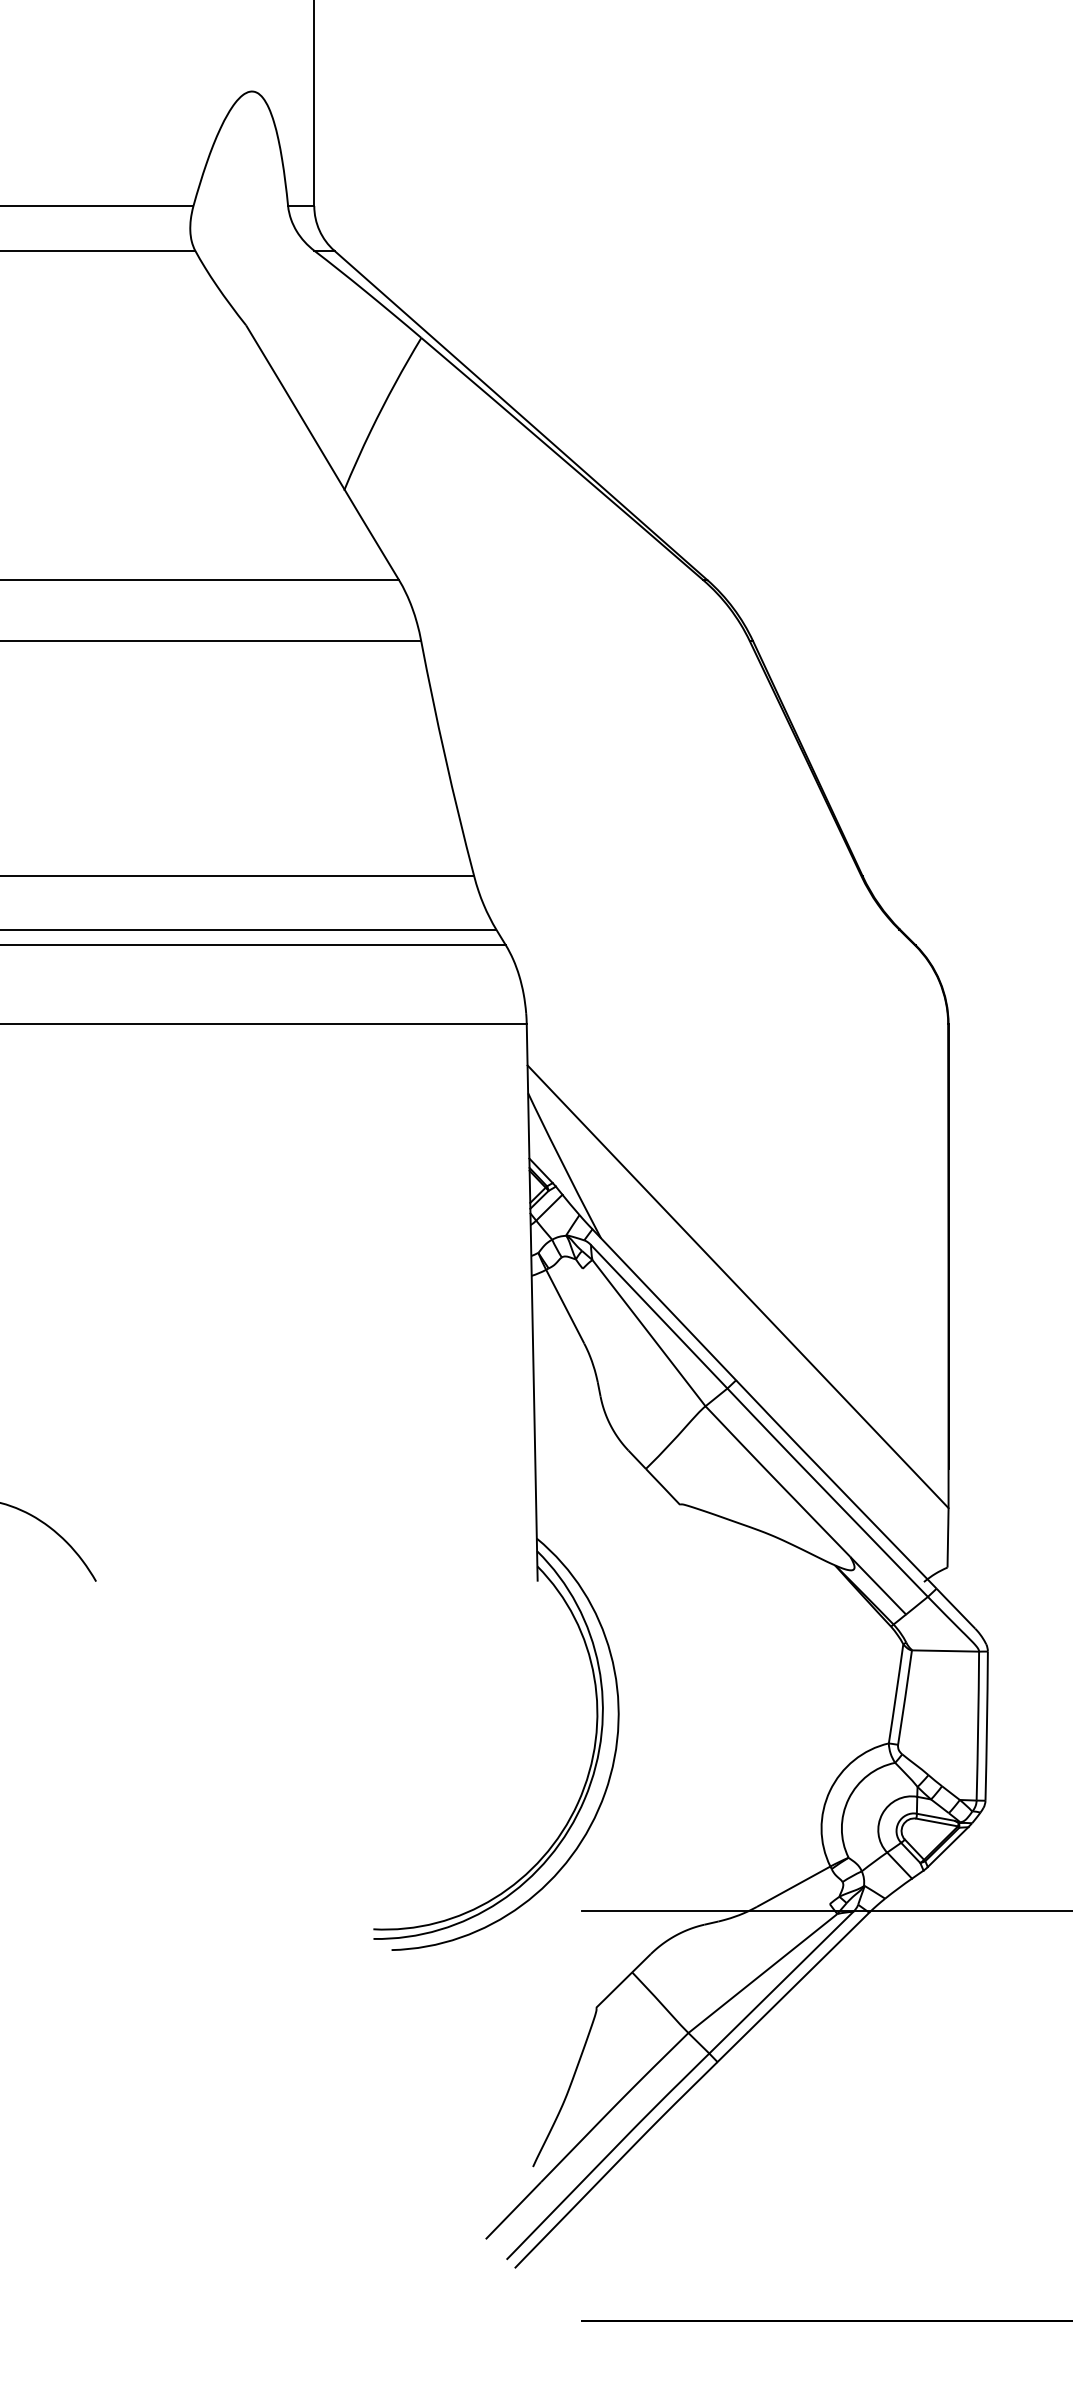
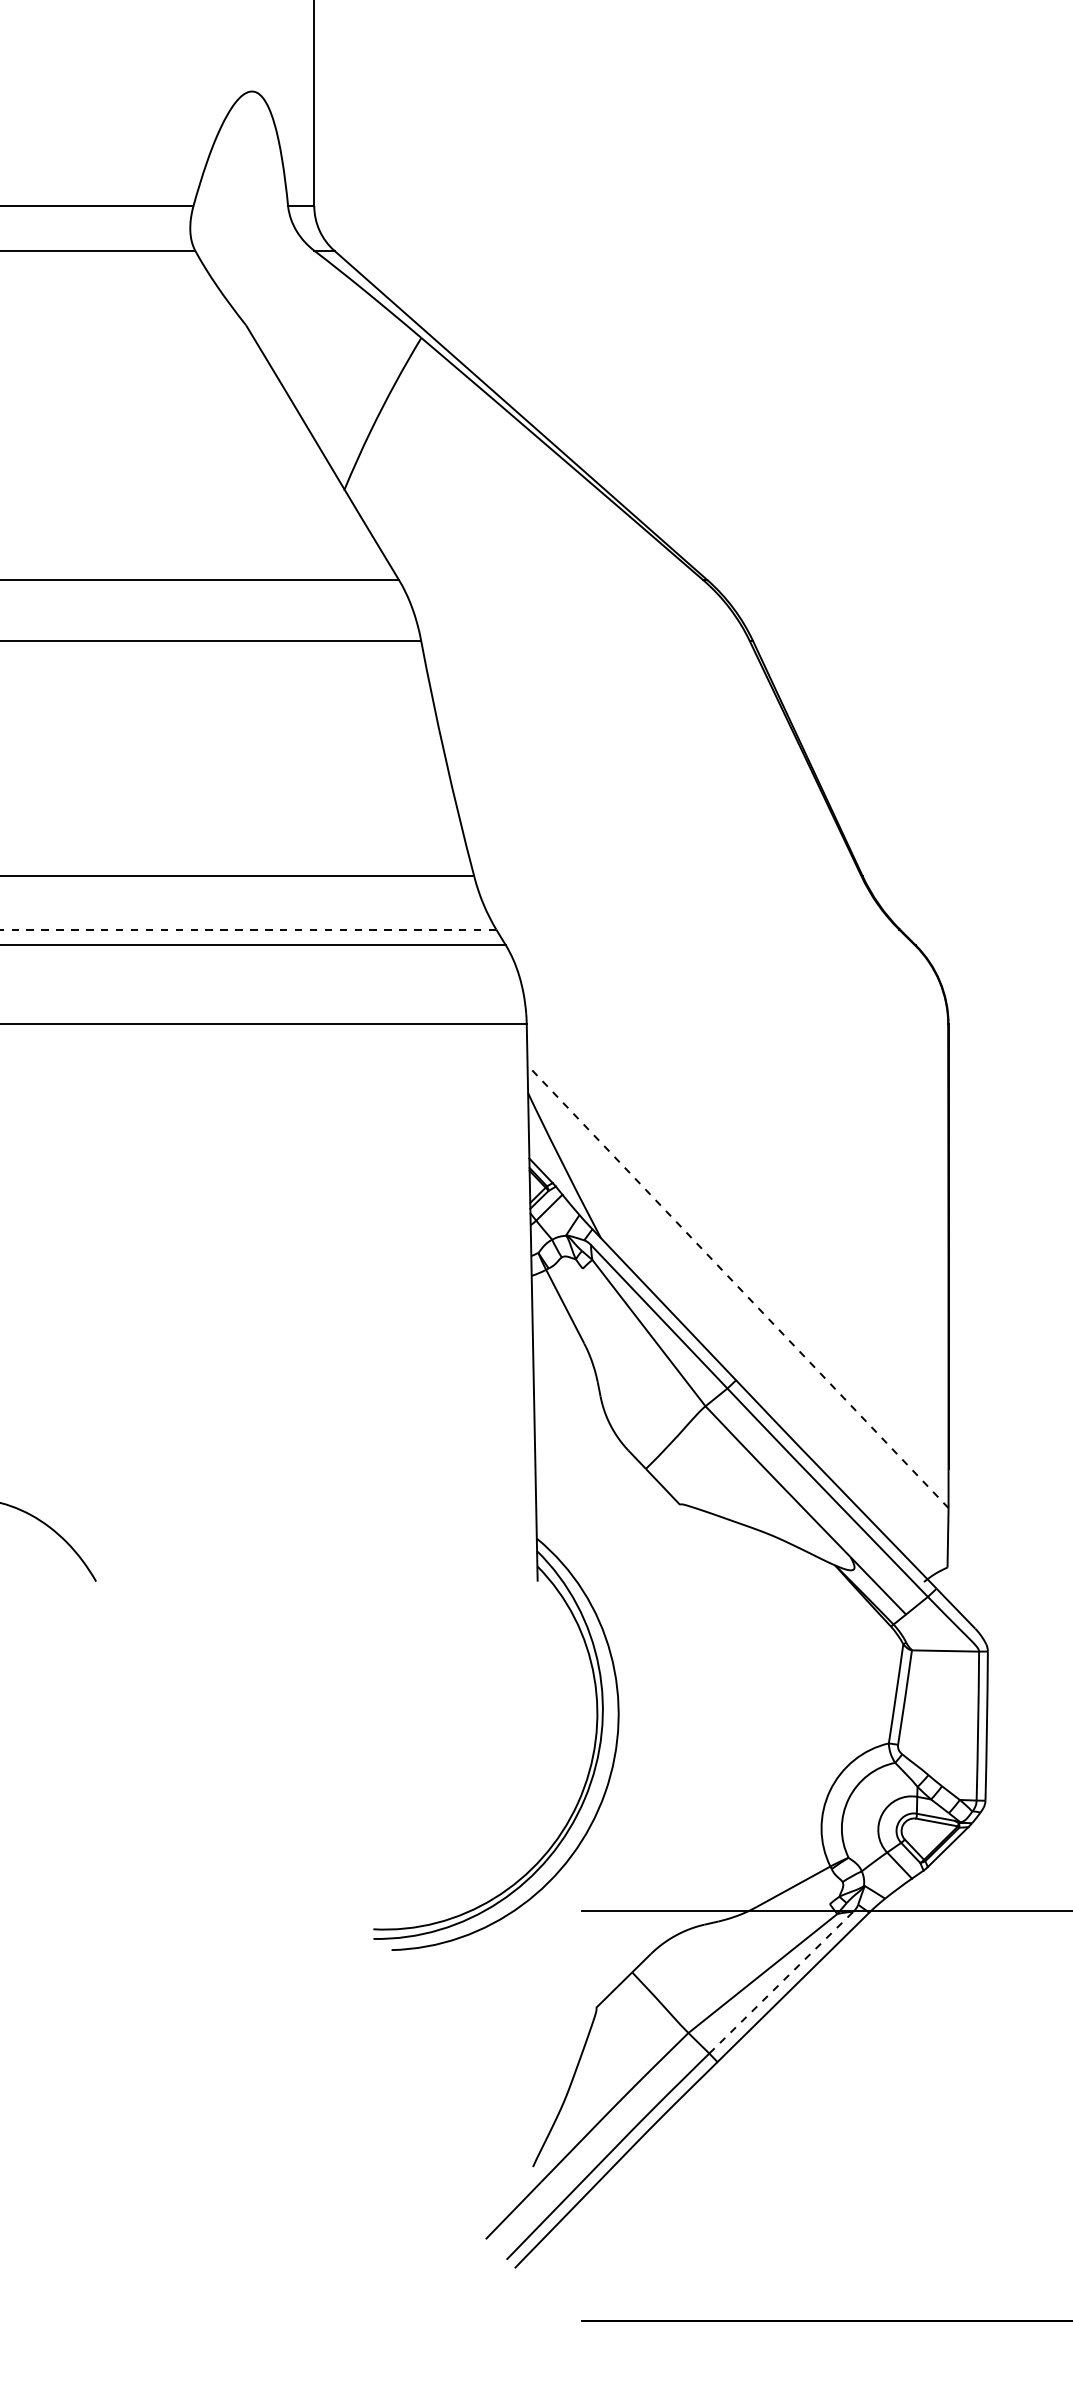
line at (248, 929): solid -> dashed
line at (737, 1286): solid -> dashed
line at (781, 1982): solid -> dashed
